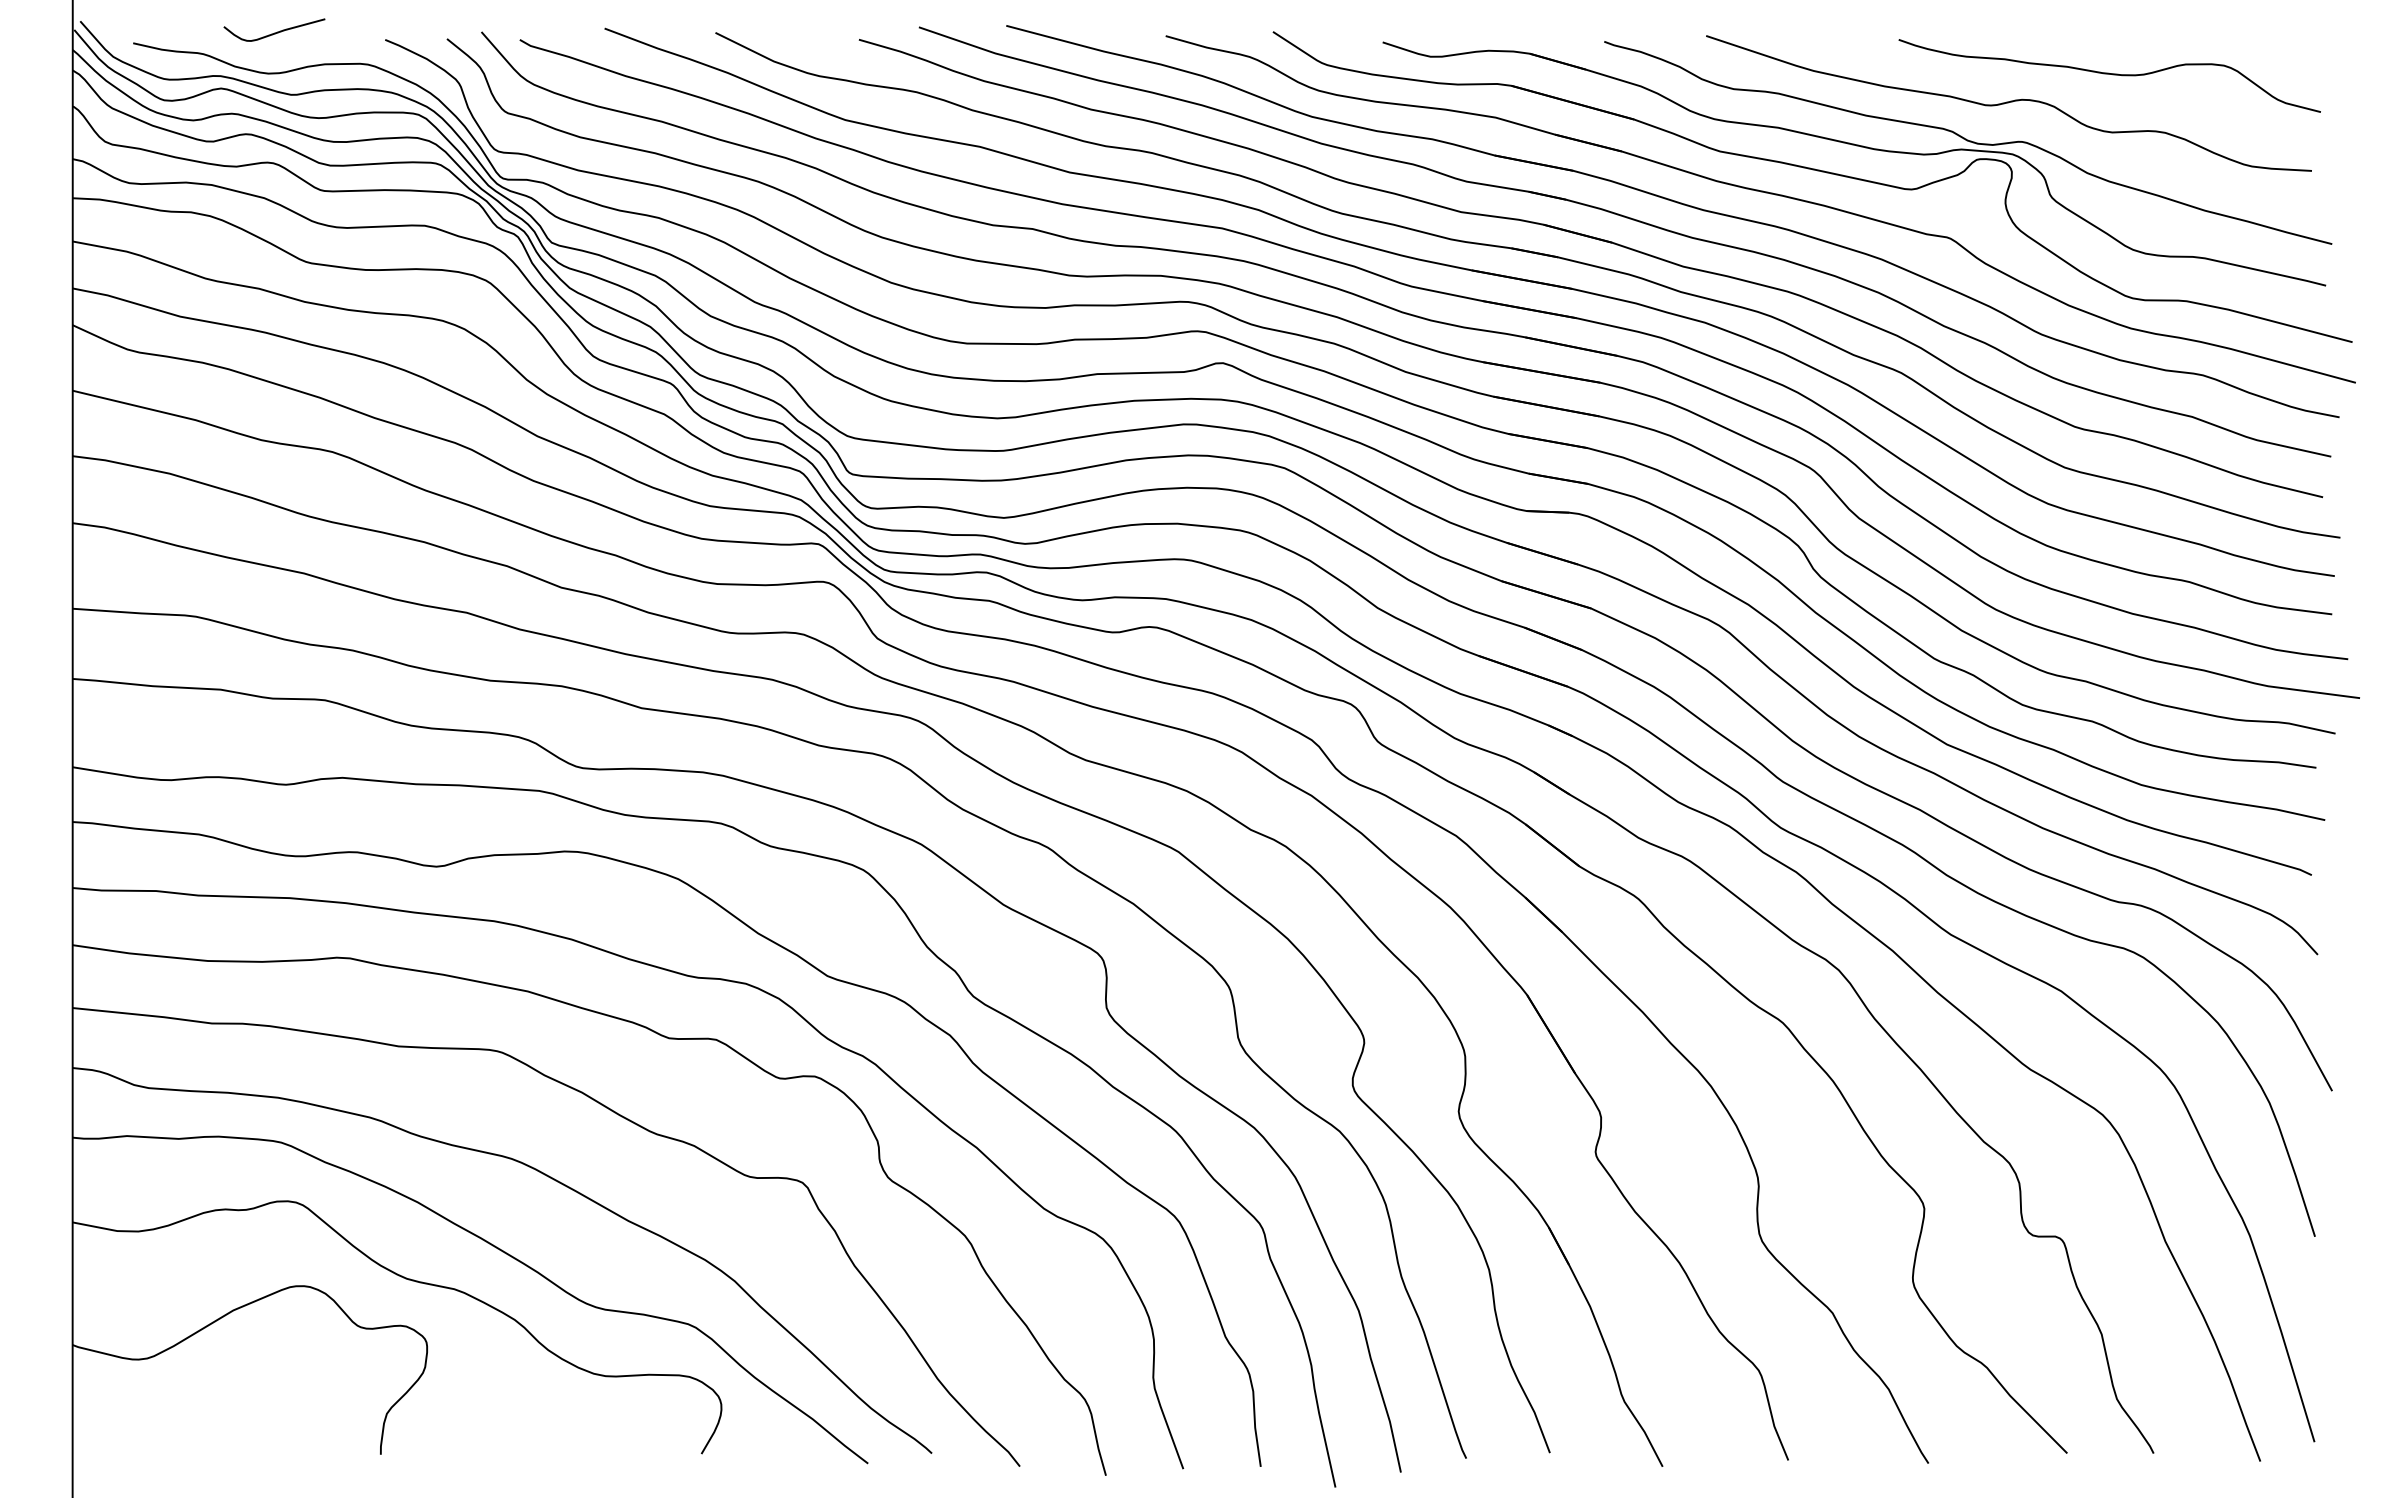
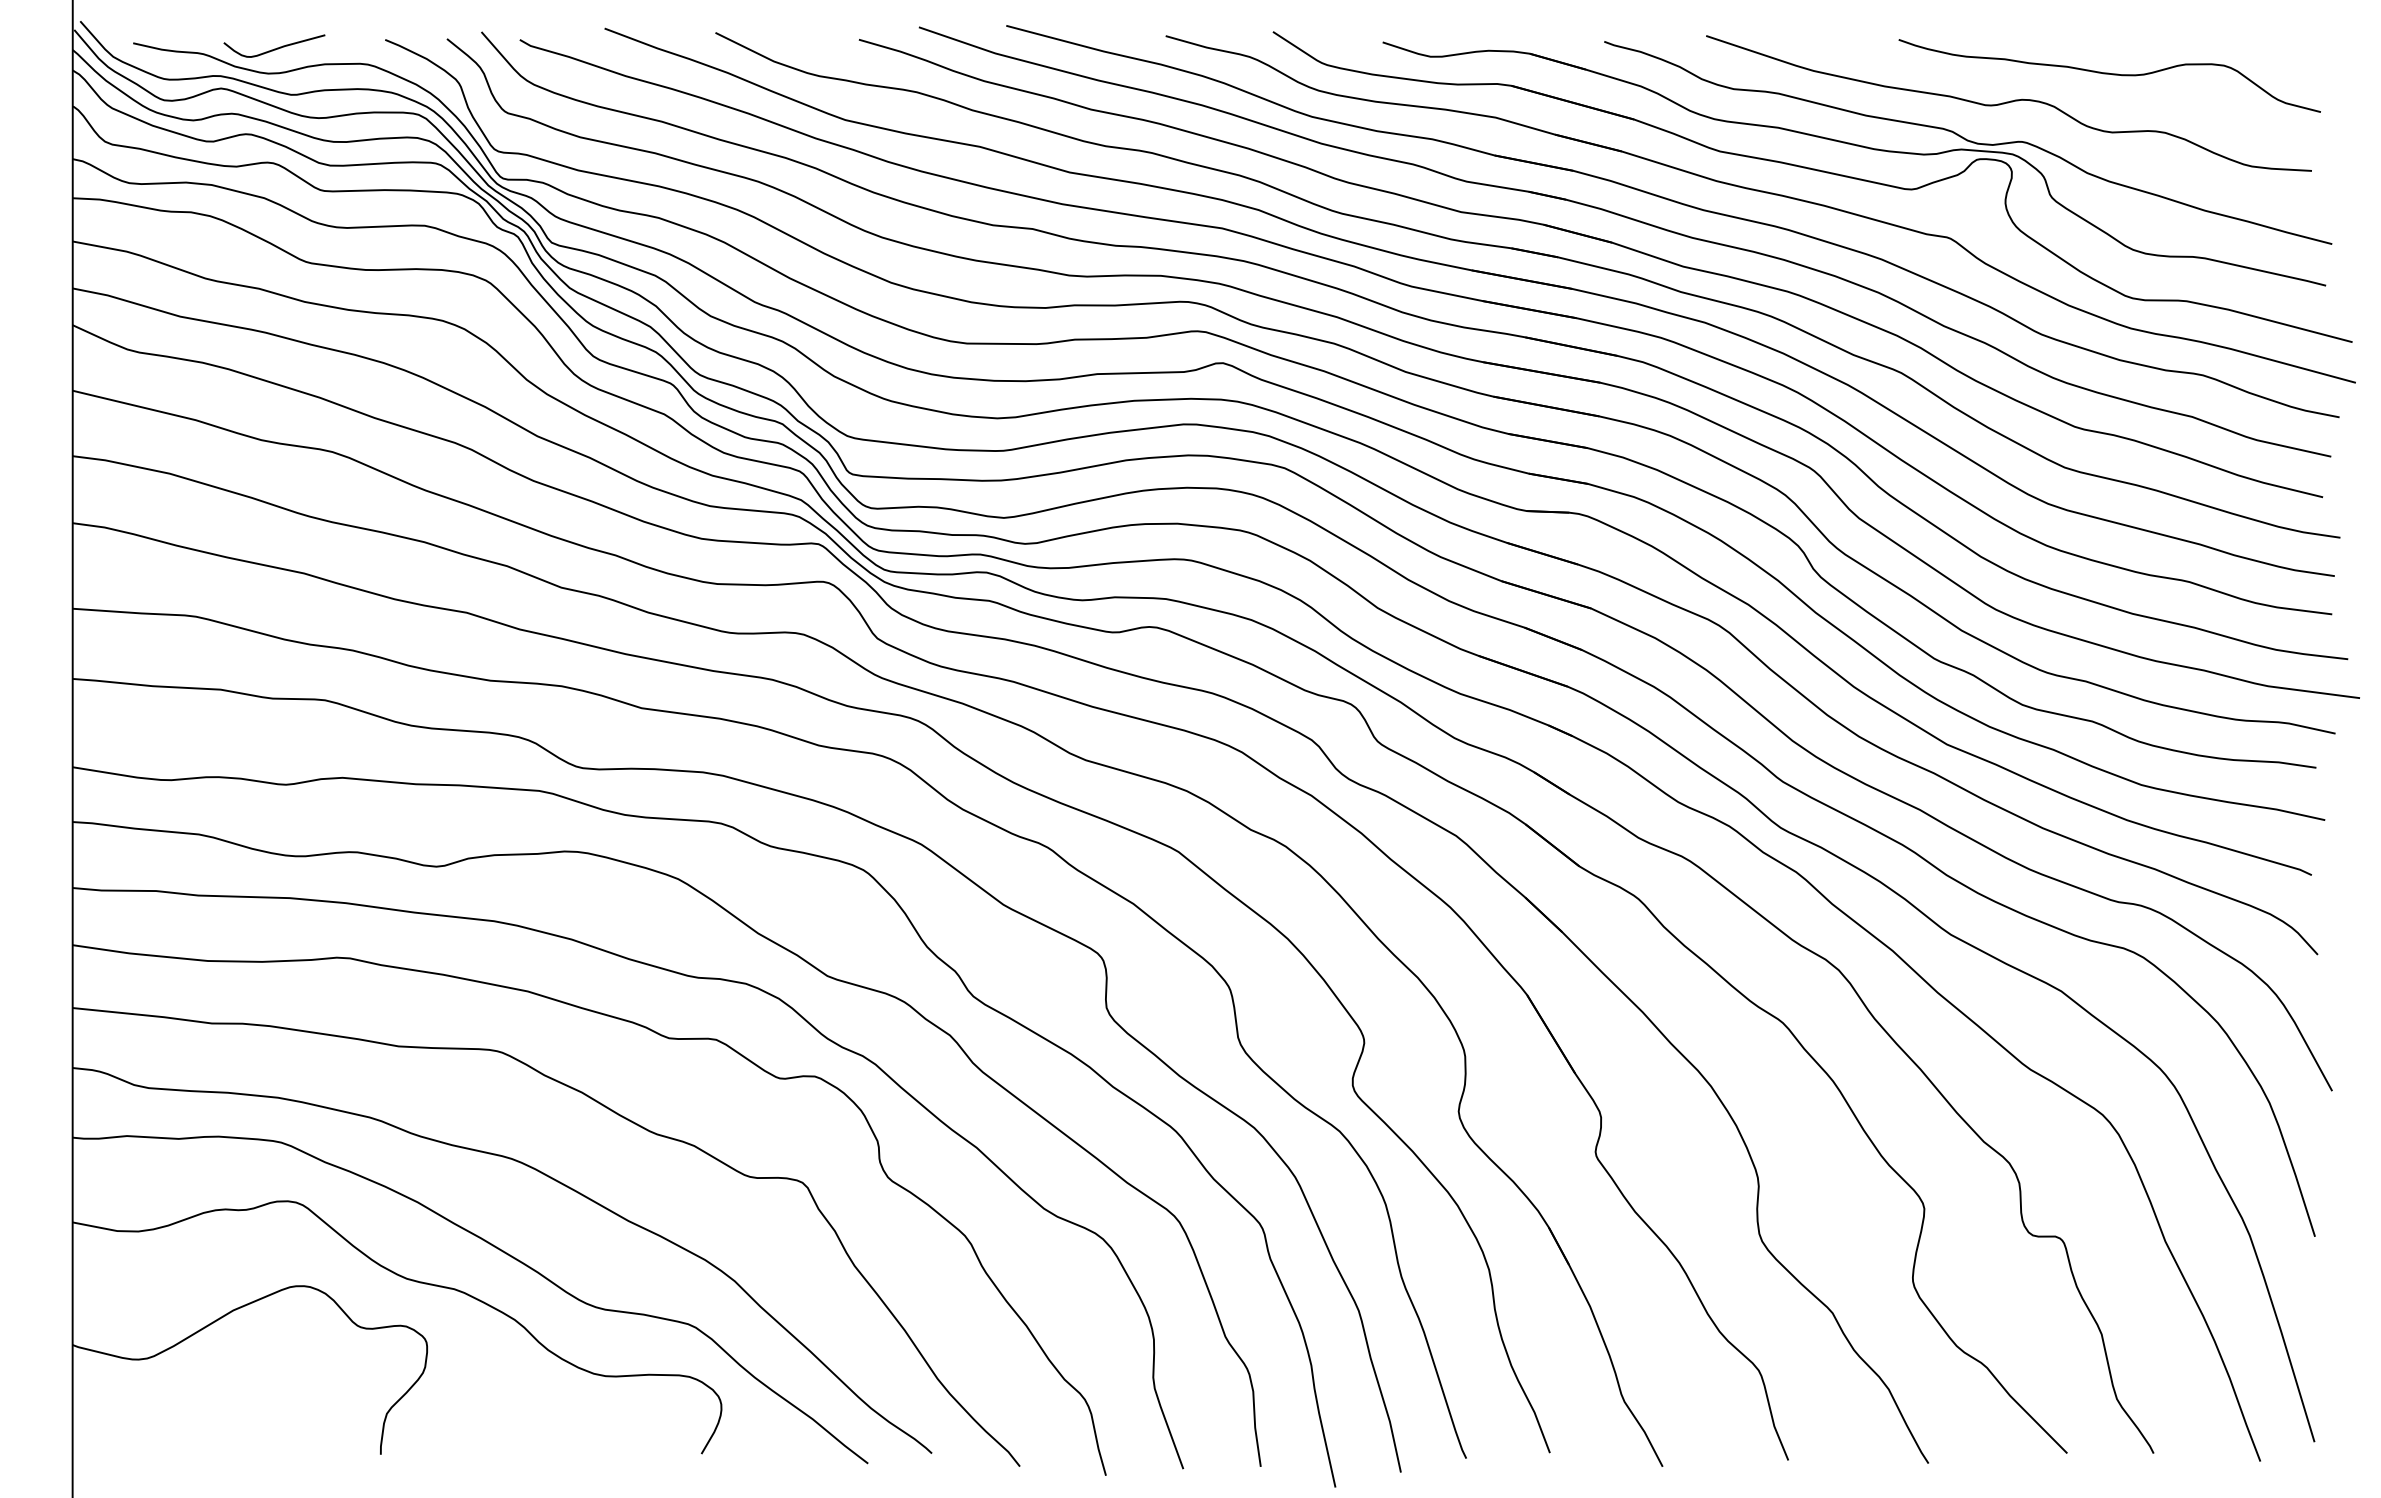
curve at (274, 32) position: (274, 32) -> (274, 48)
